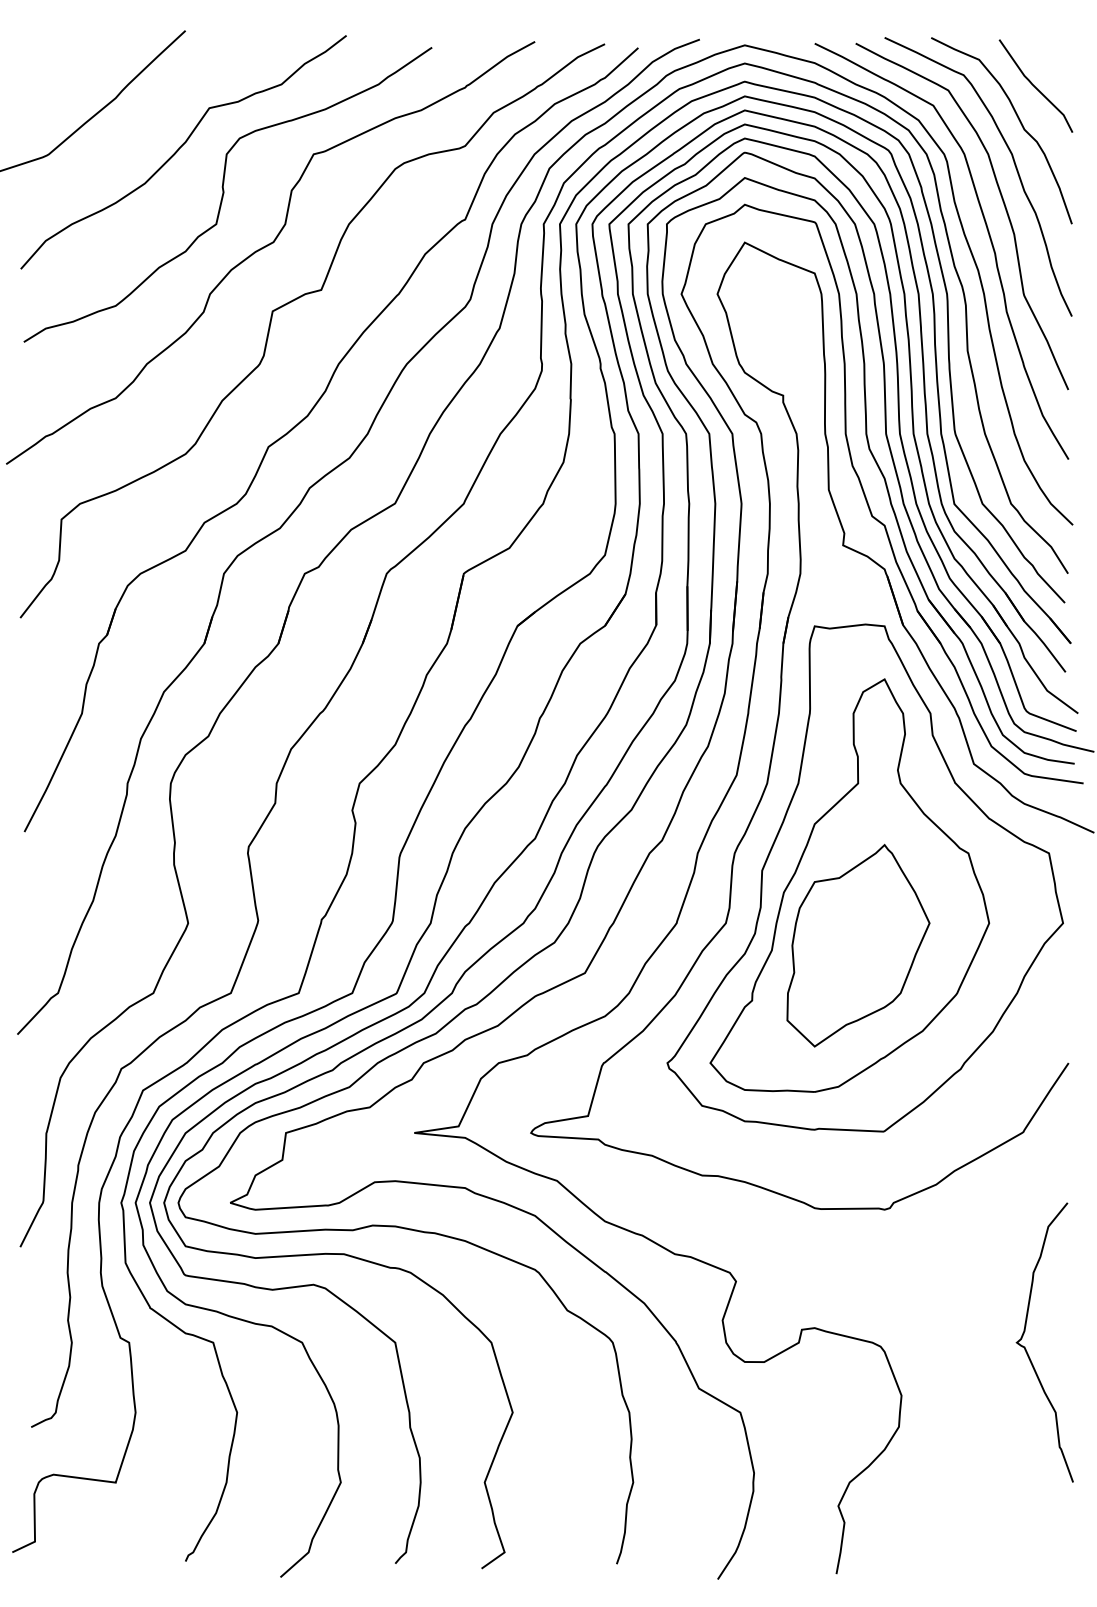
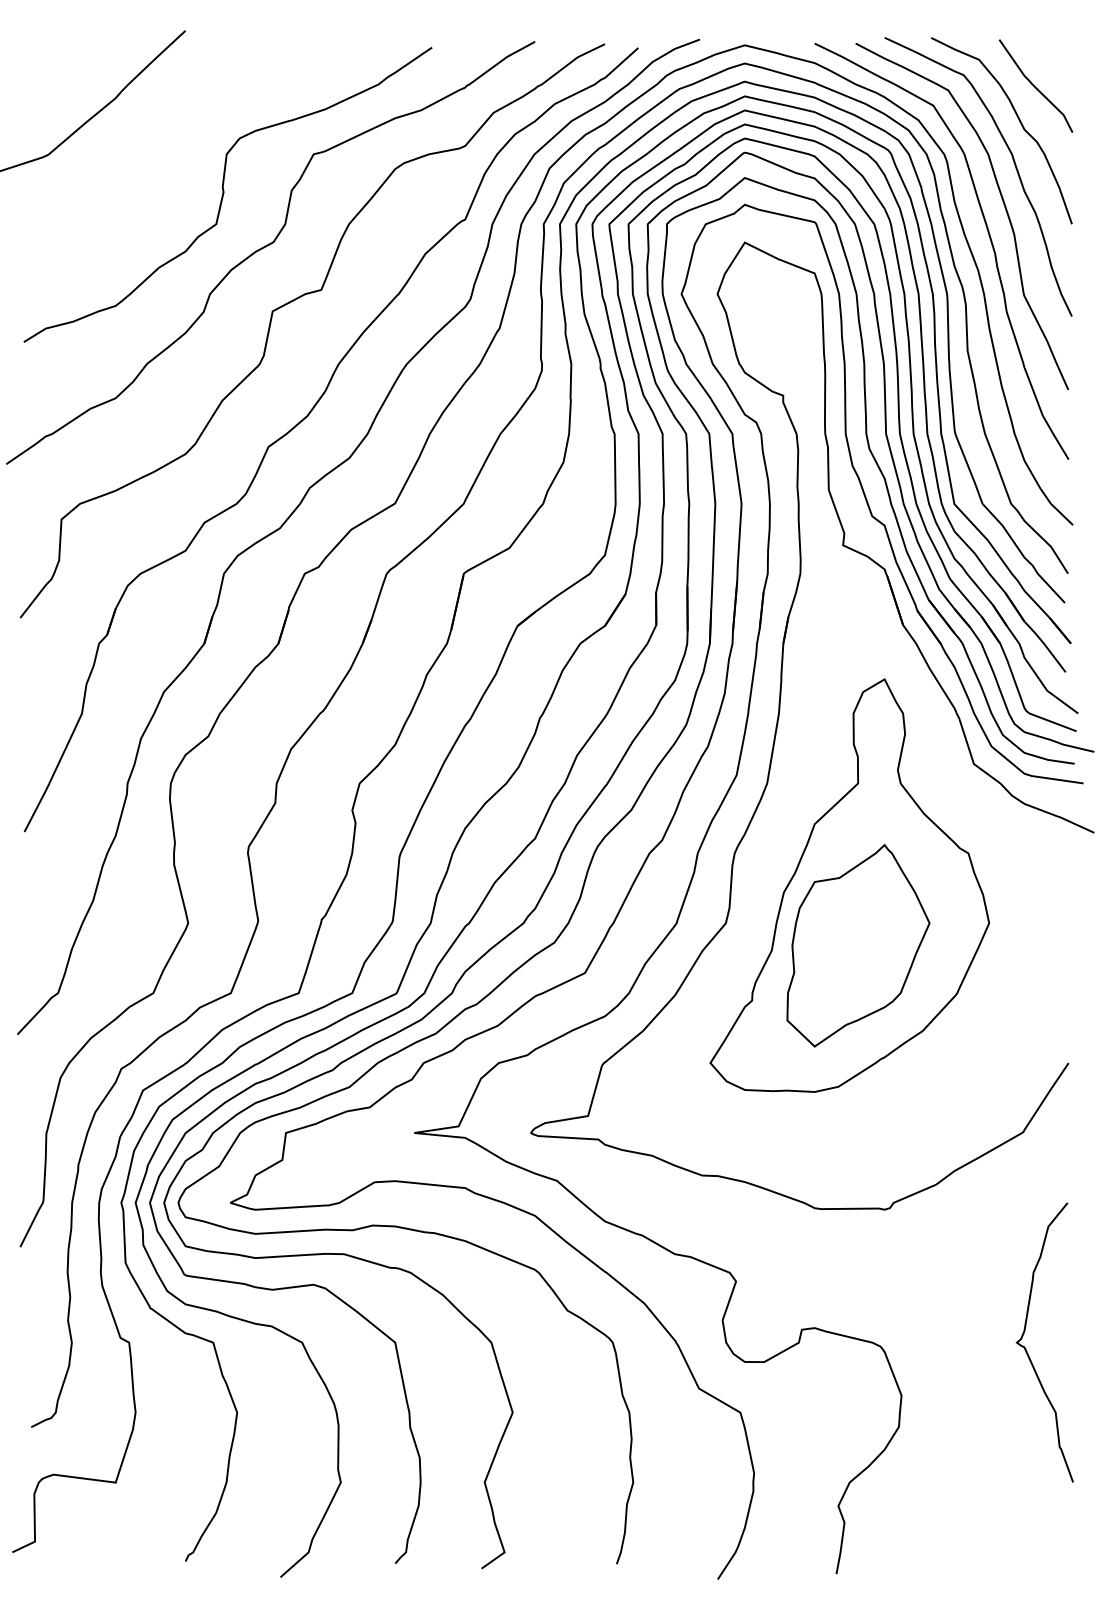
curve at (180, 148): present -> none
part at (864, 877): present -> none
